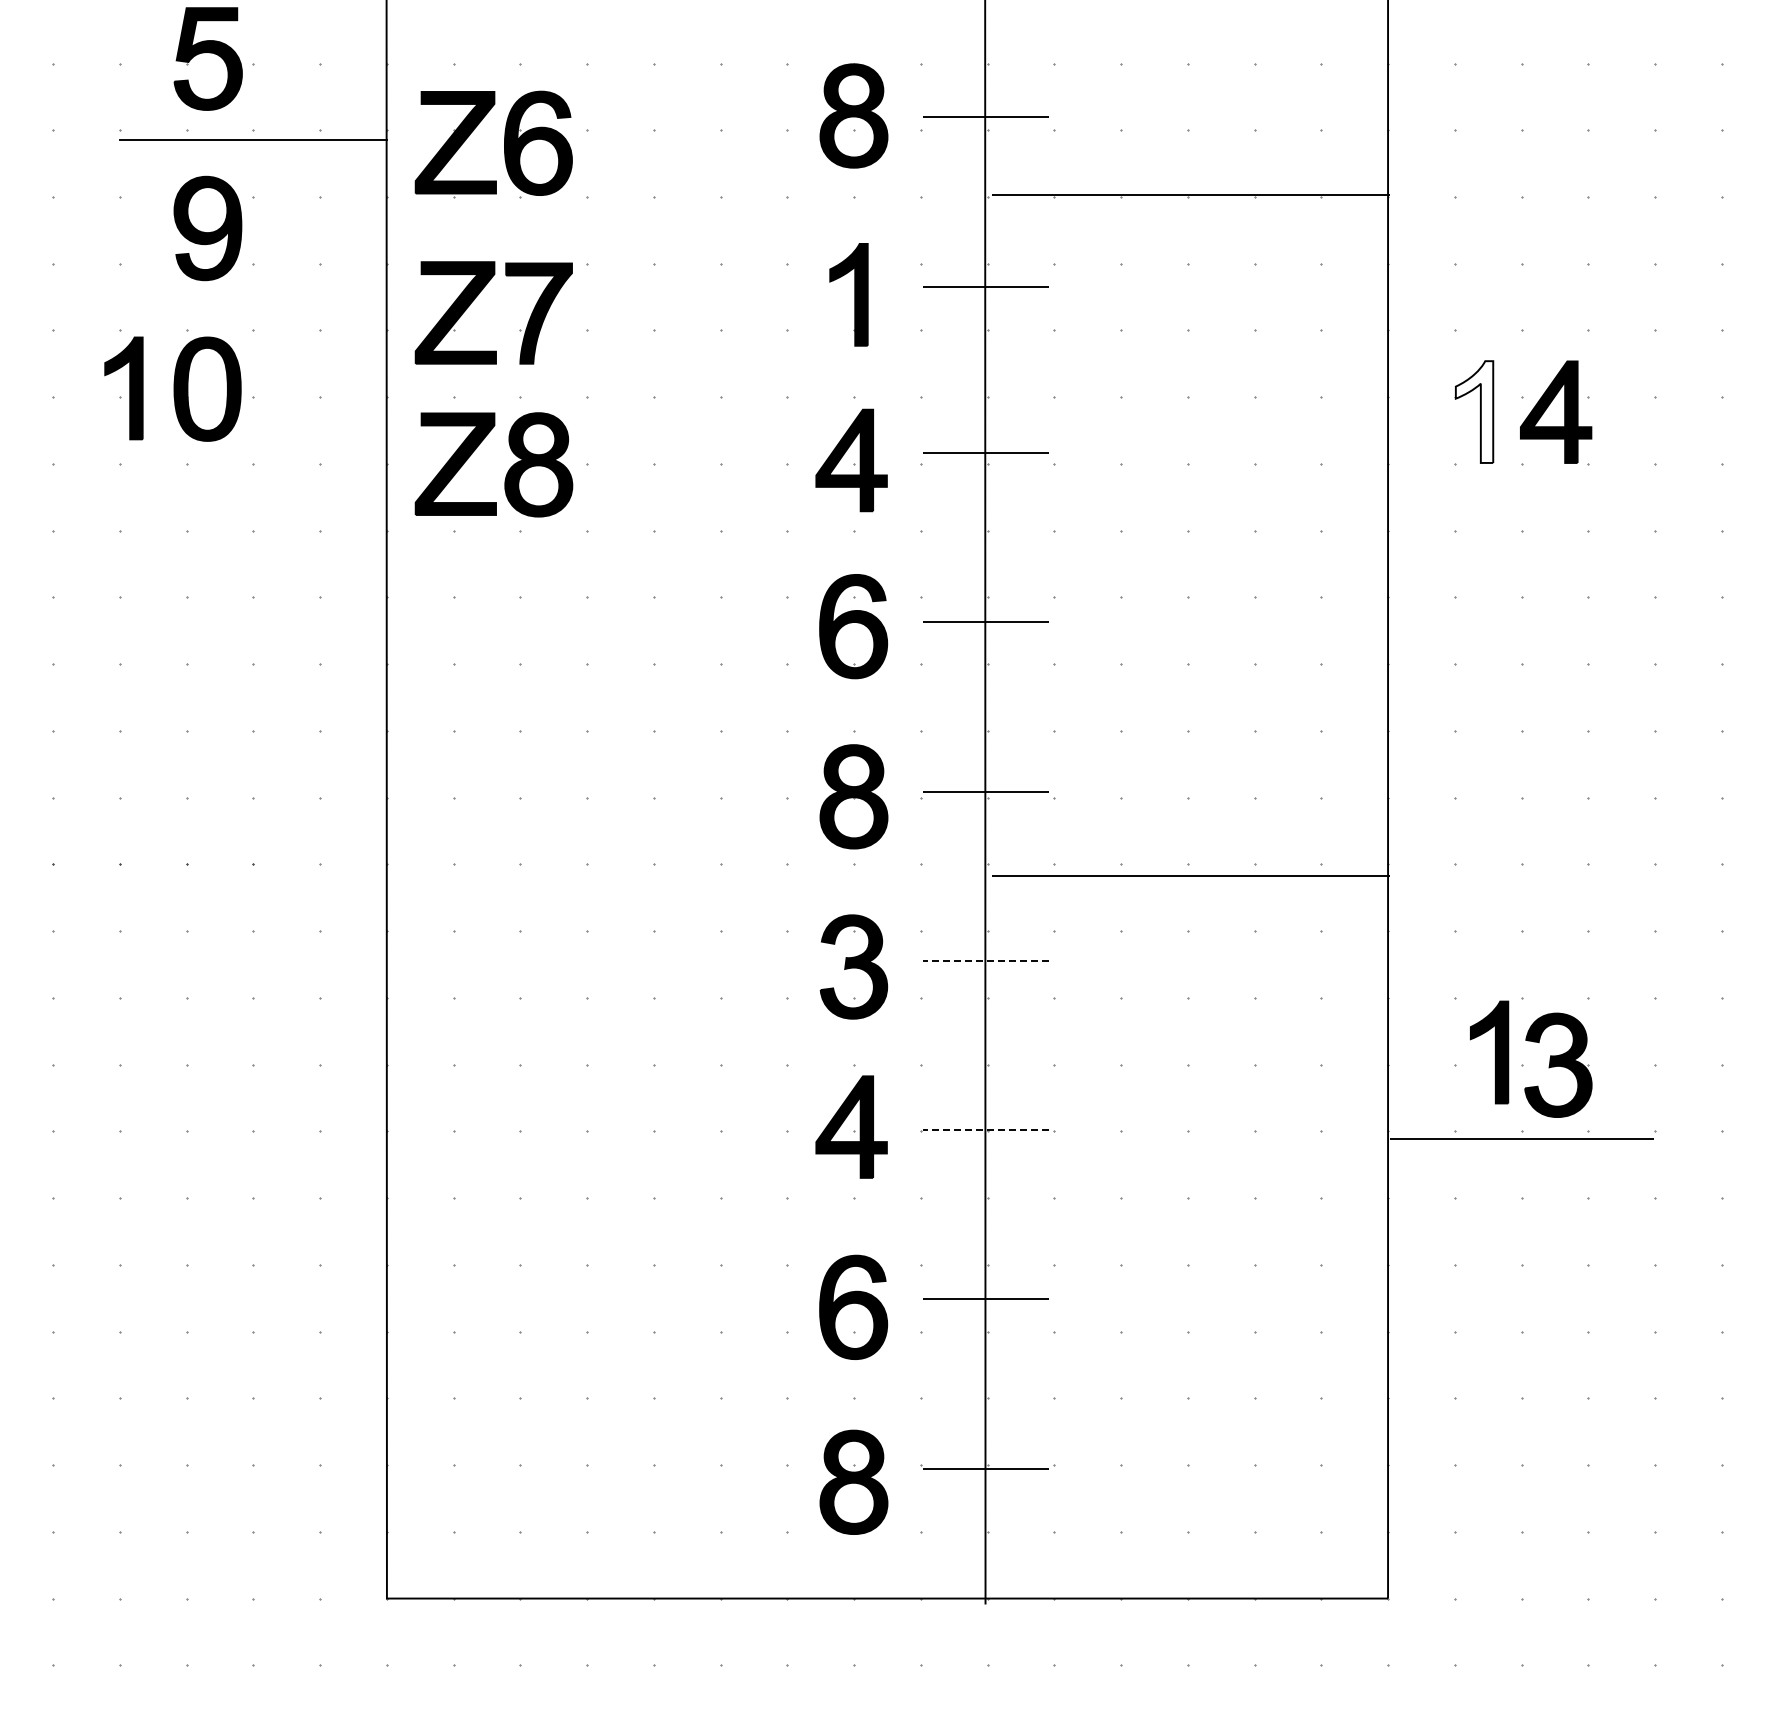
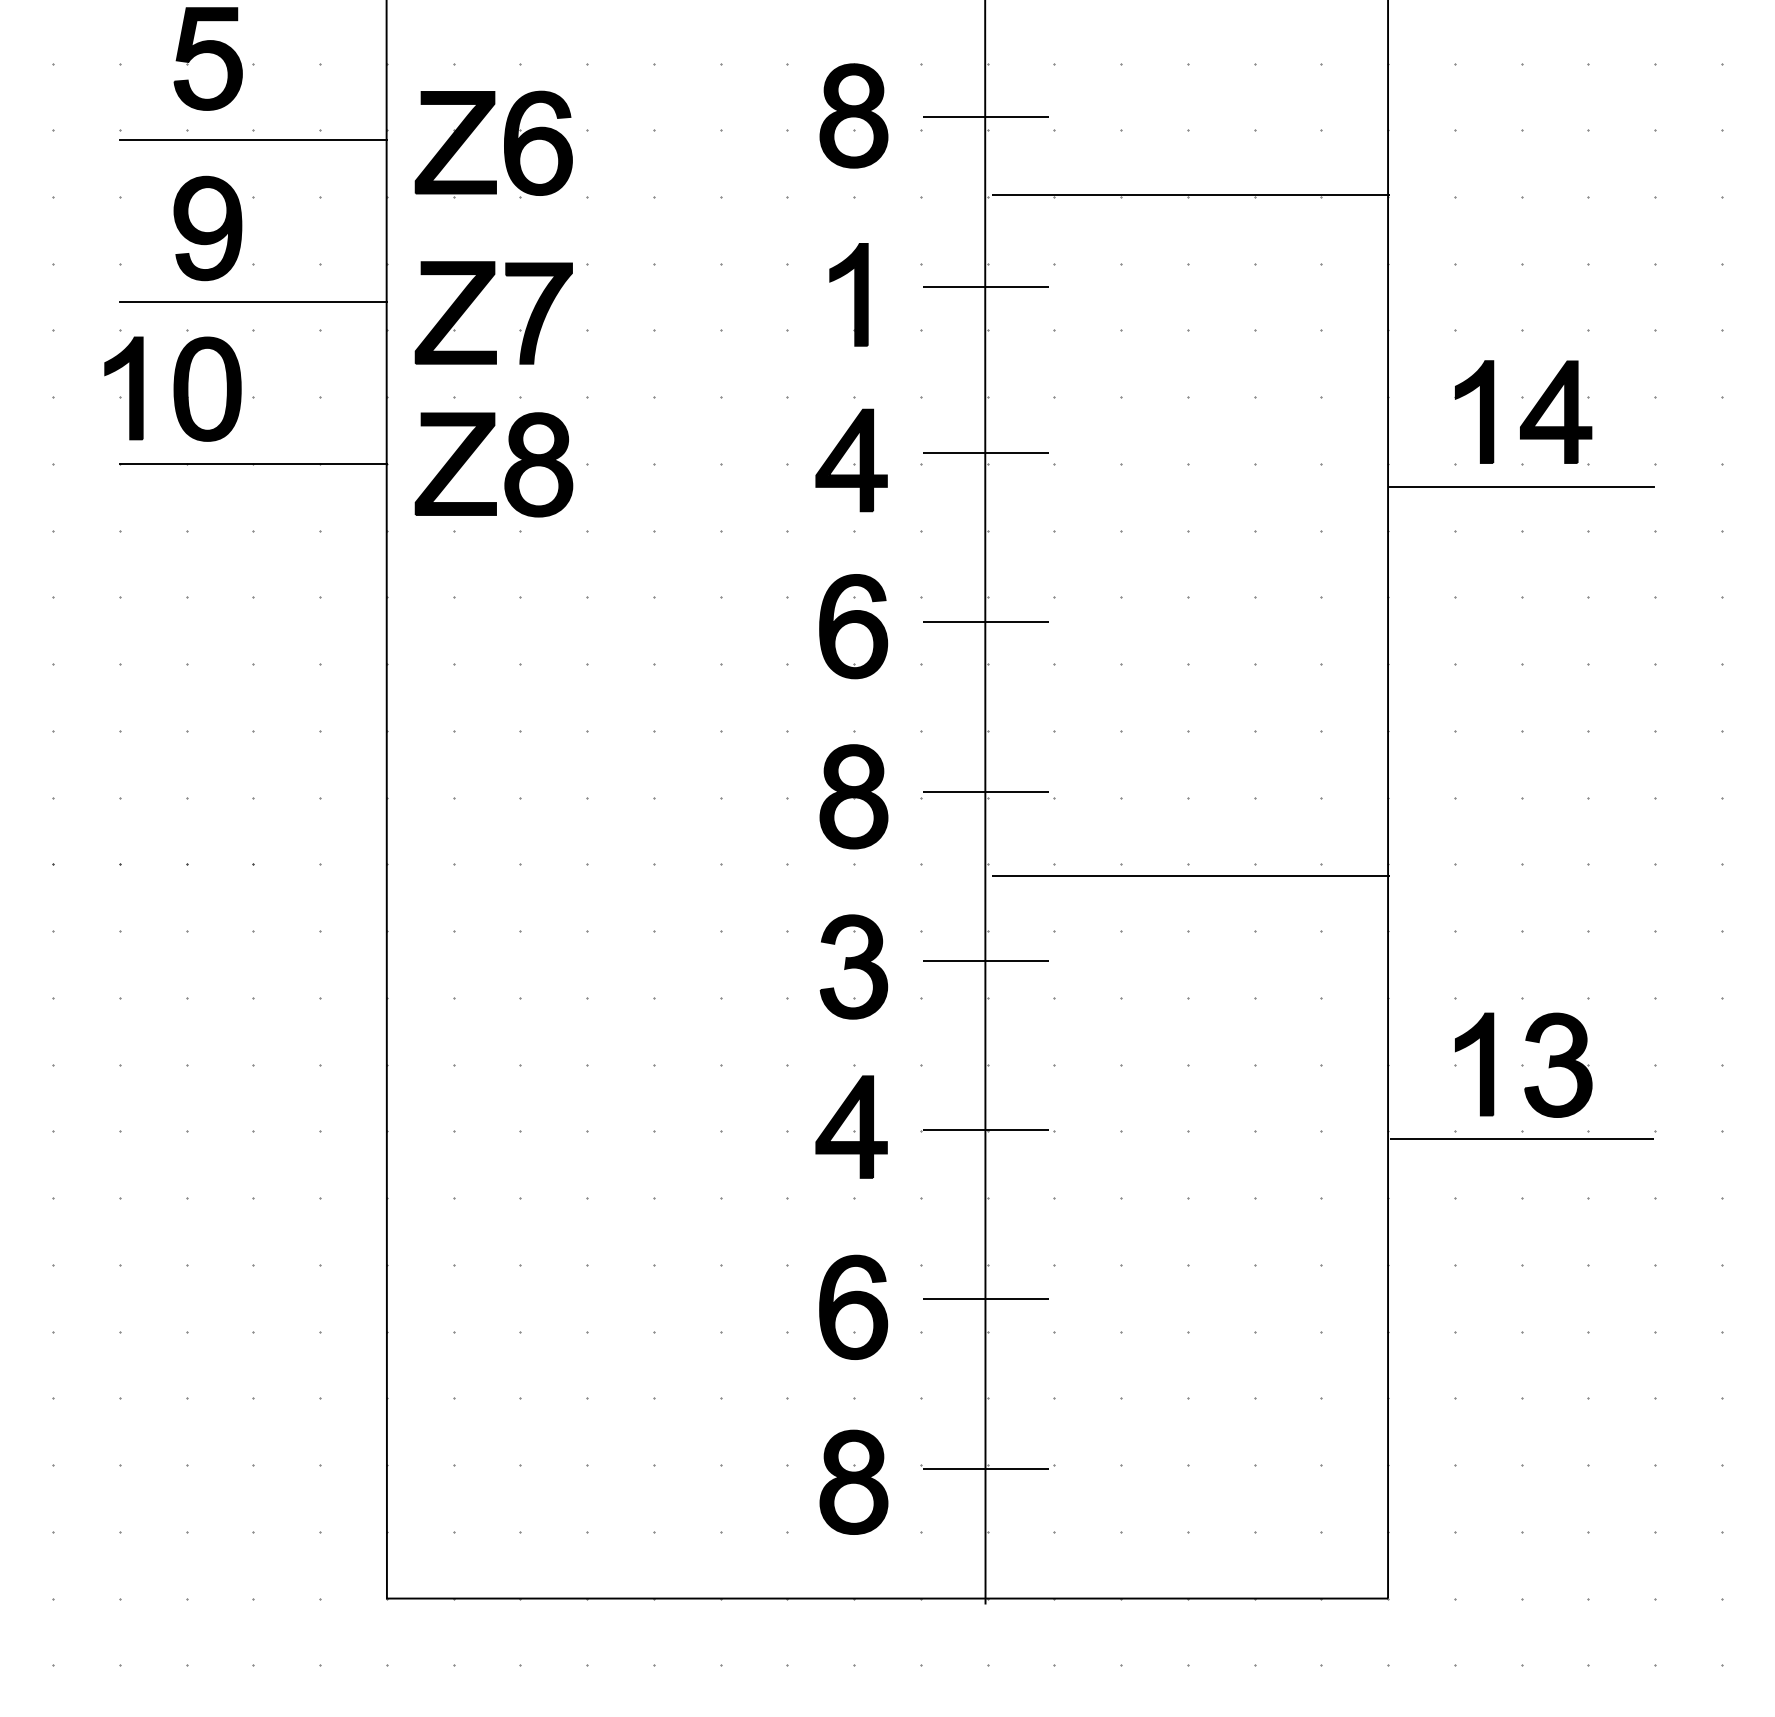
line at (252, 301): none -> present
fill at (1474, 411): none -> present
line at (252, 463): none -> present
line at (1521, 486): none -> present
line at (985, 960): dashed -> solid
part at (1489, 1052) position: (1489, 1052) -> (1474, 1064)
line at (985, 1130): dashed -> solid
